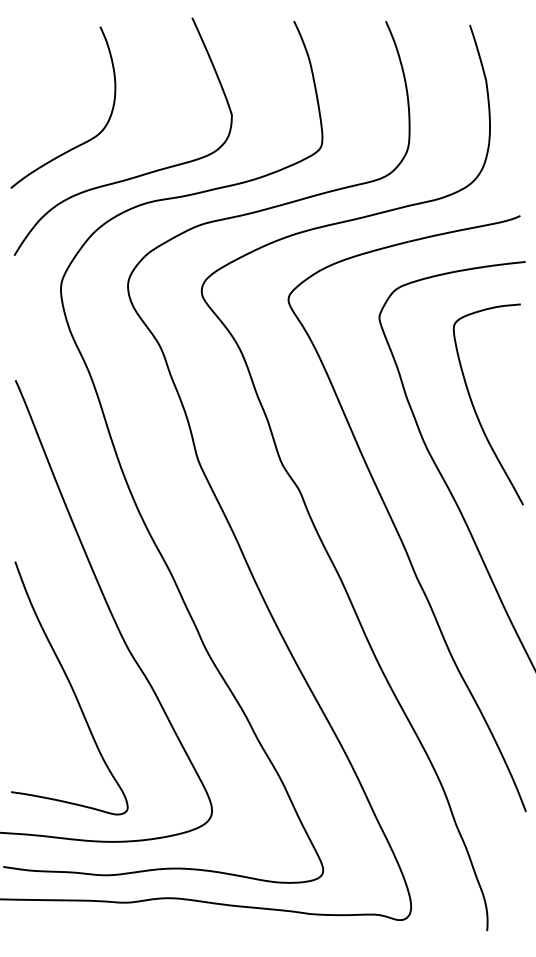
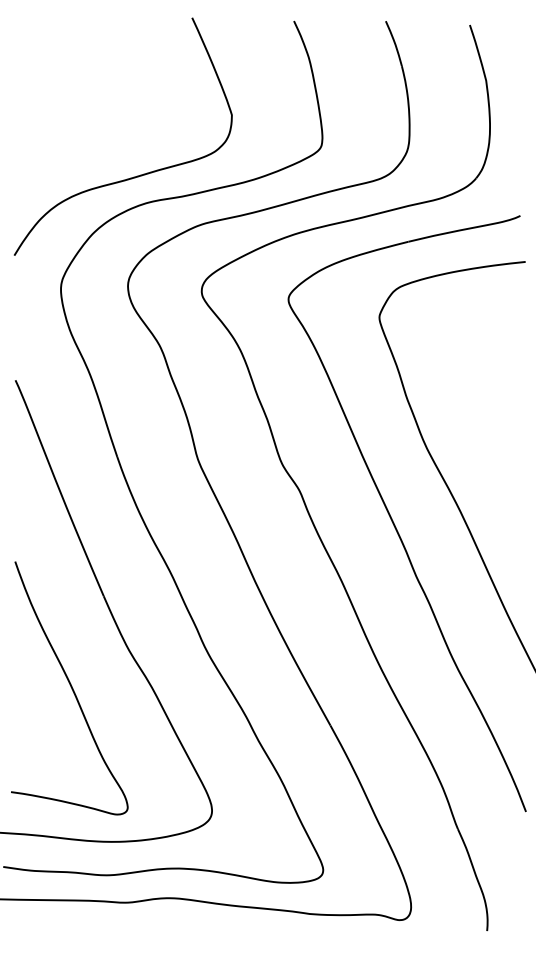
part at (81, 143): present -> none
curve at (475, 409): present -> none
